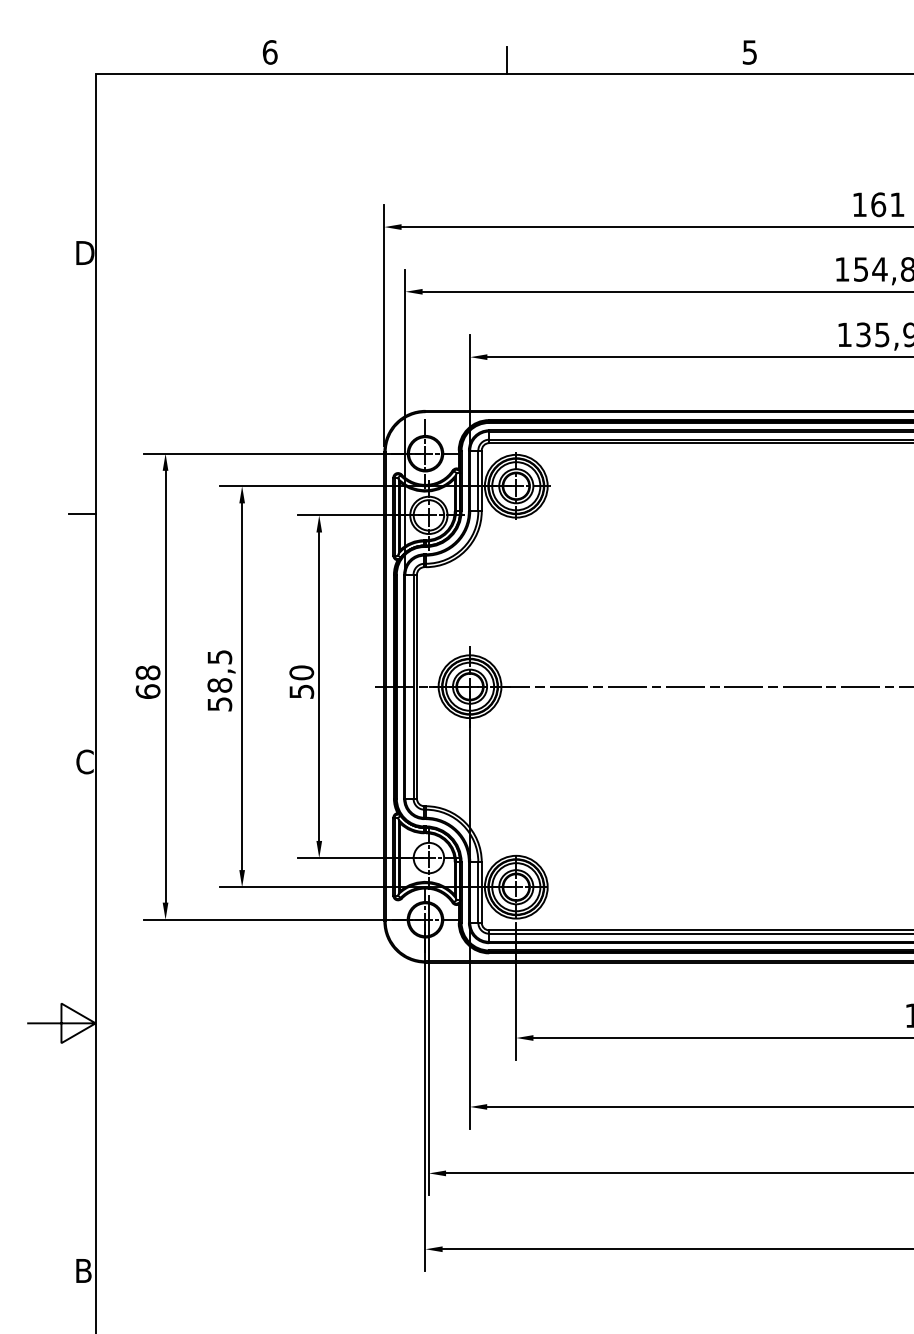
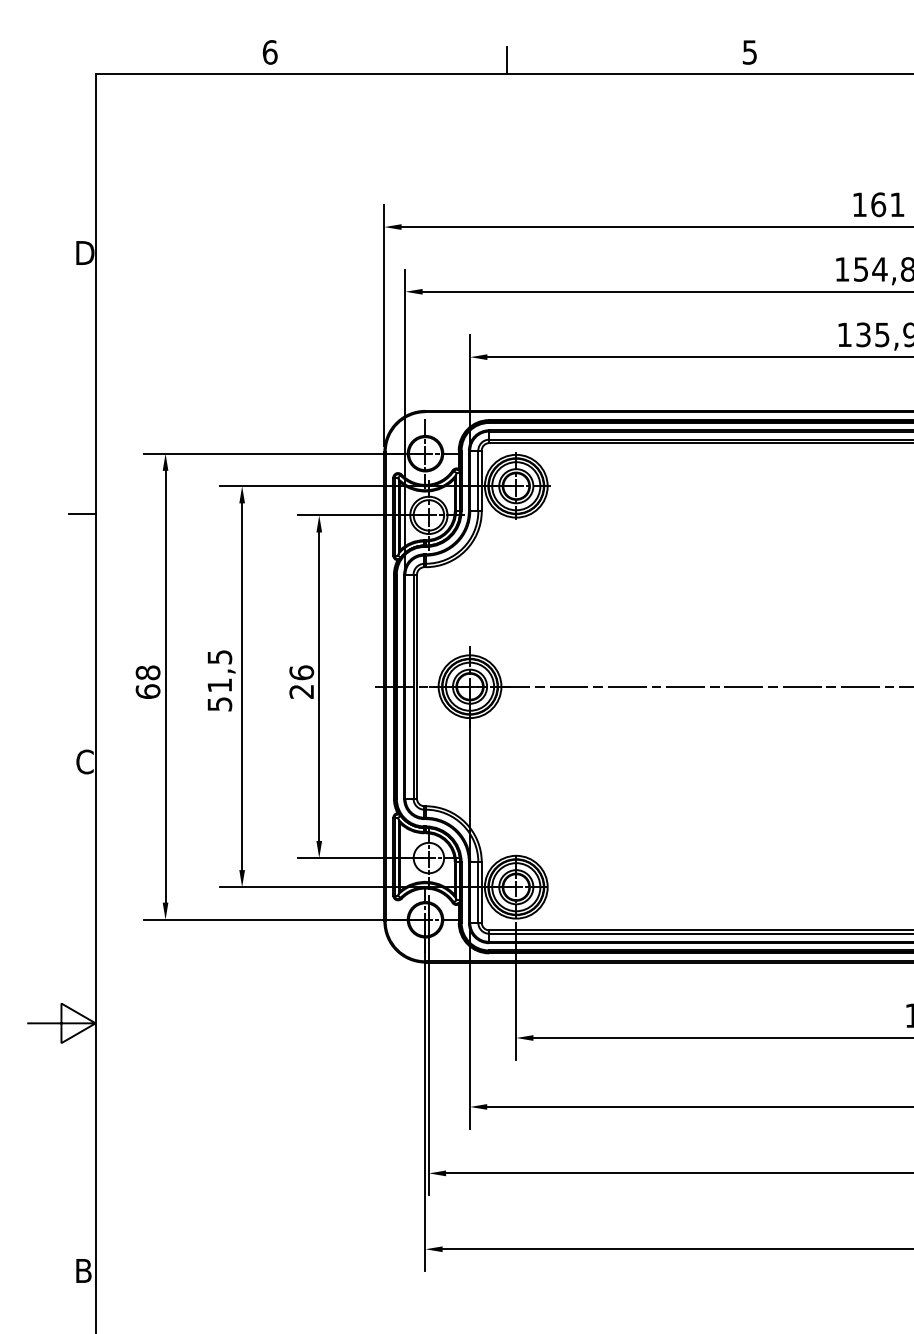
text at (301, 681): 50 -> 26
text at (219, 685): 58,5 -> 51,5
